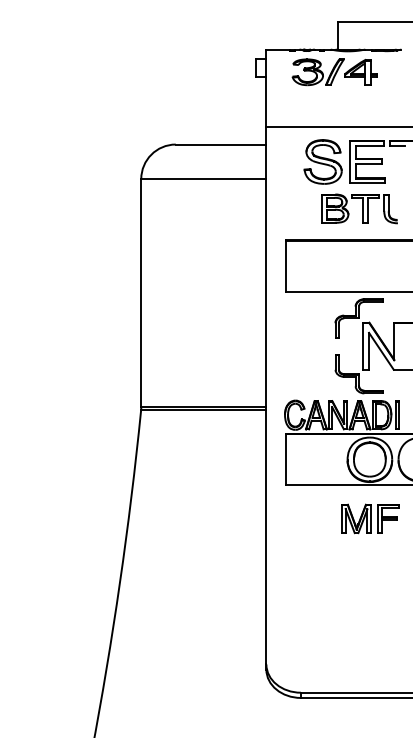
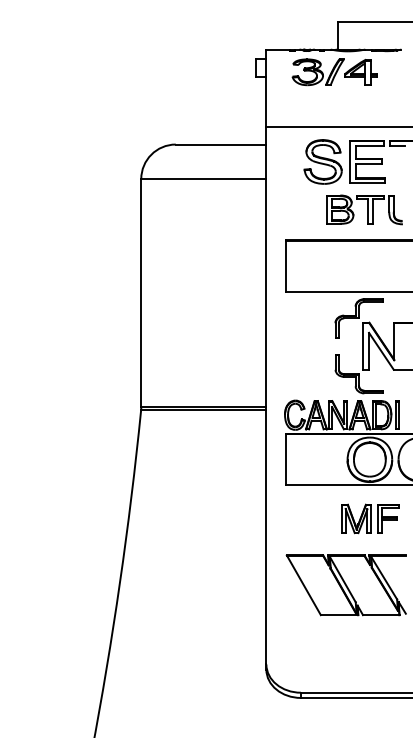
part at (359, 208) position: (359, 208) -> (364, 209)
part at (345, 585): none -> present
